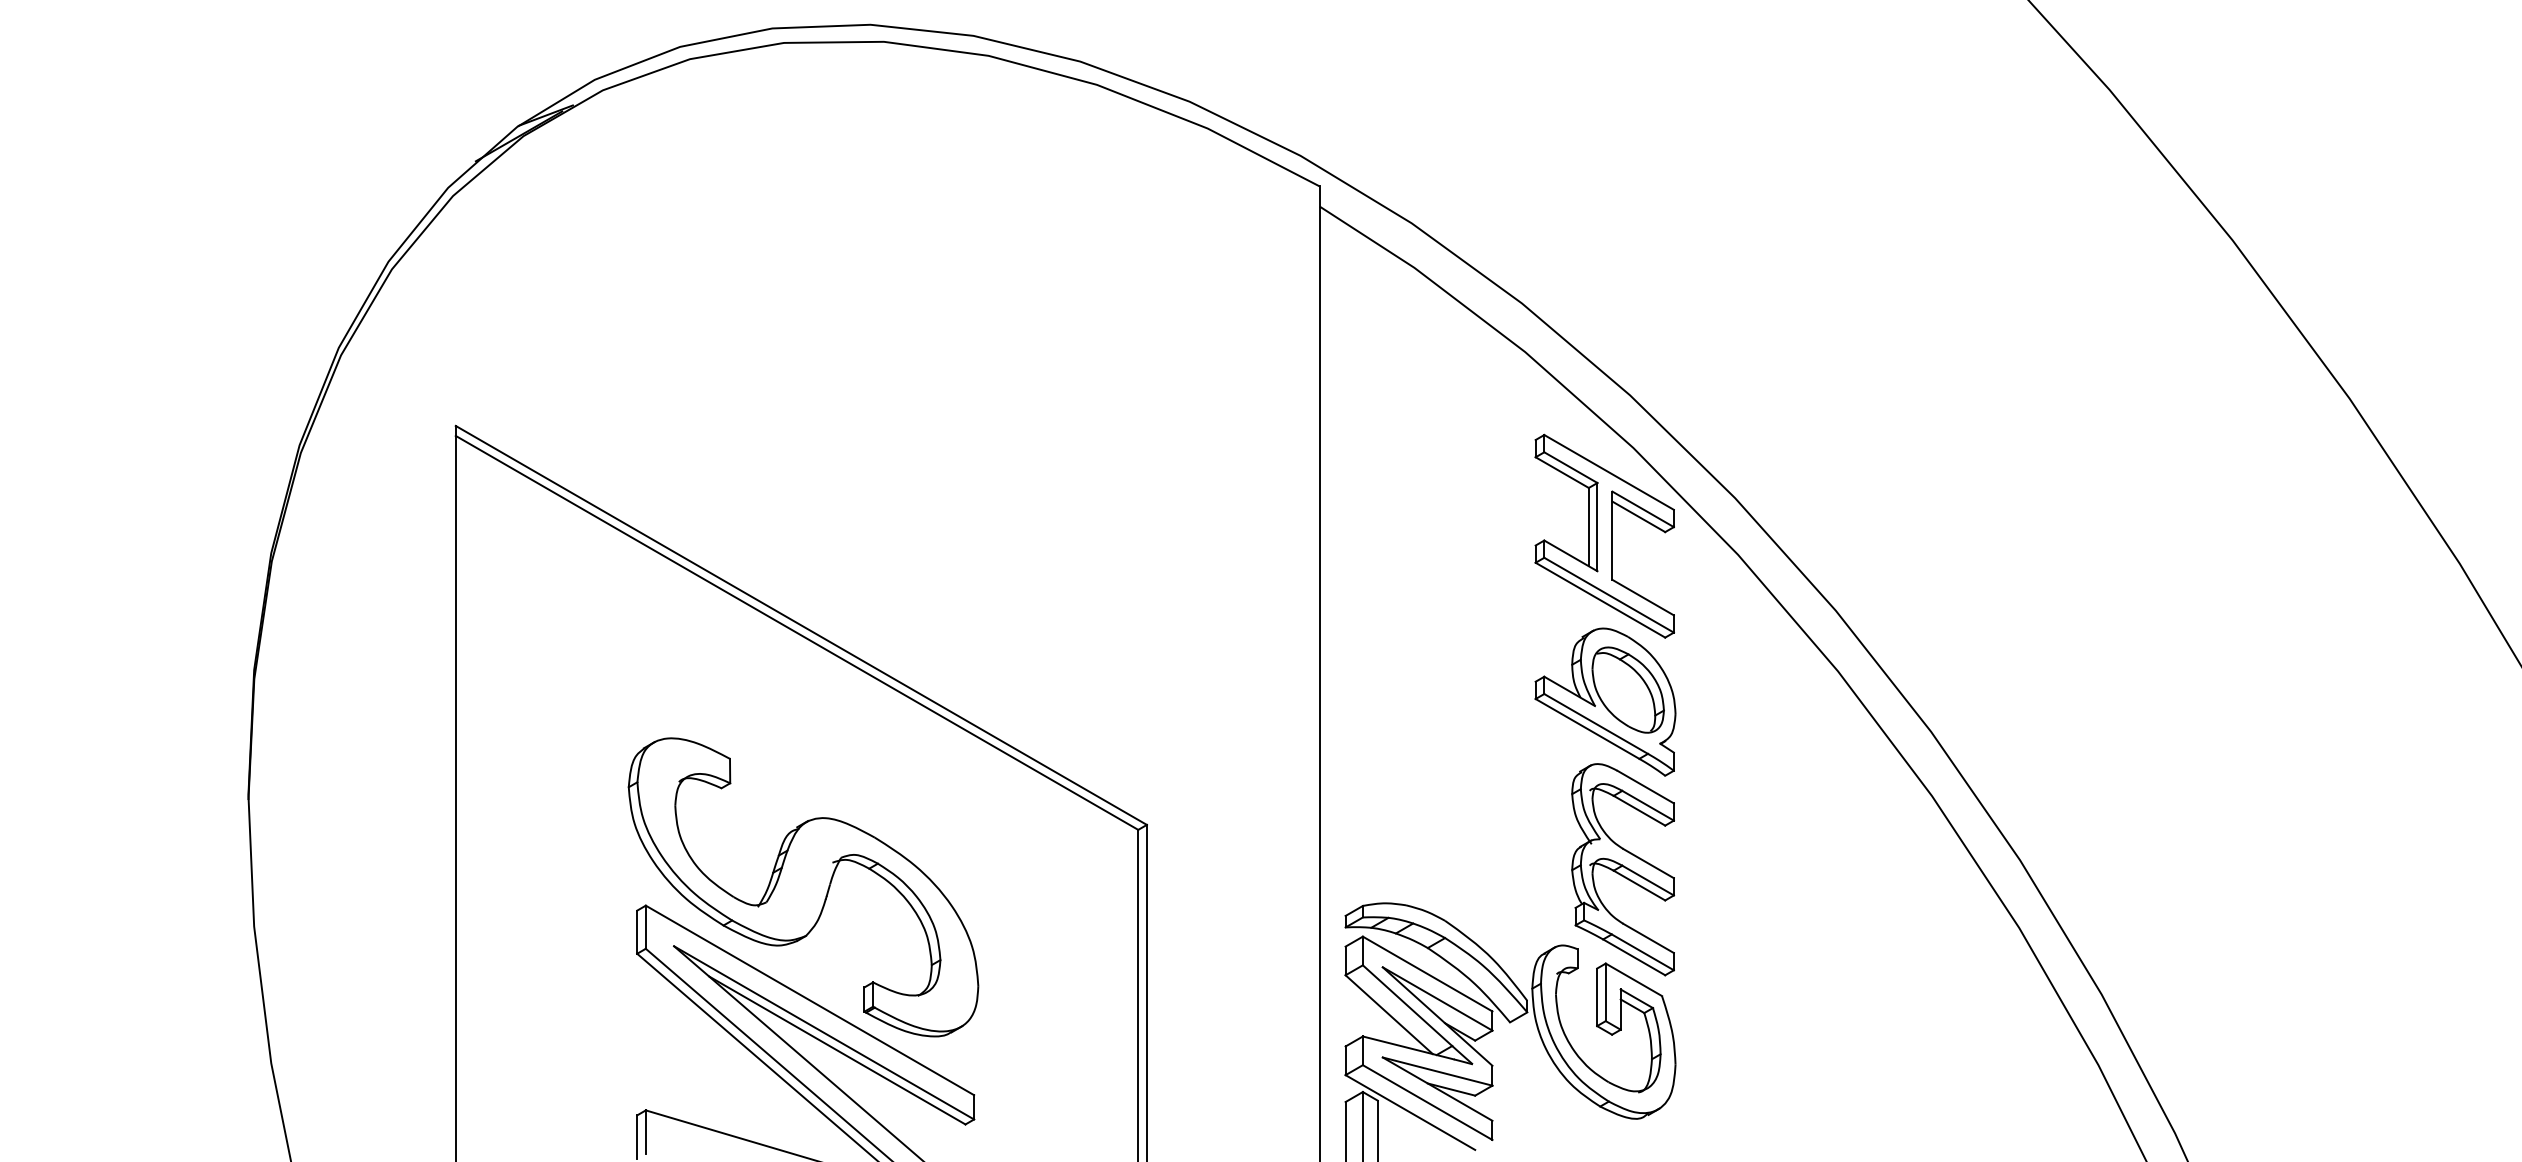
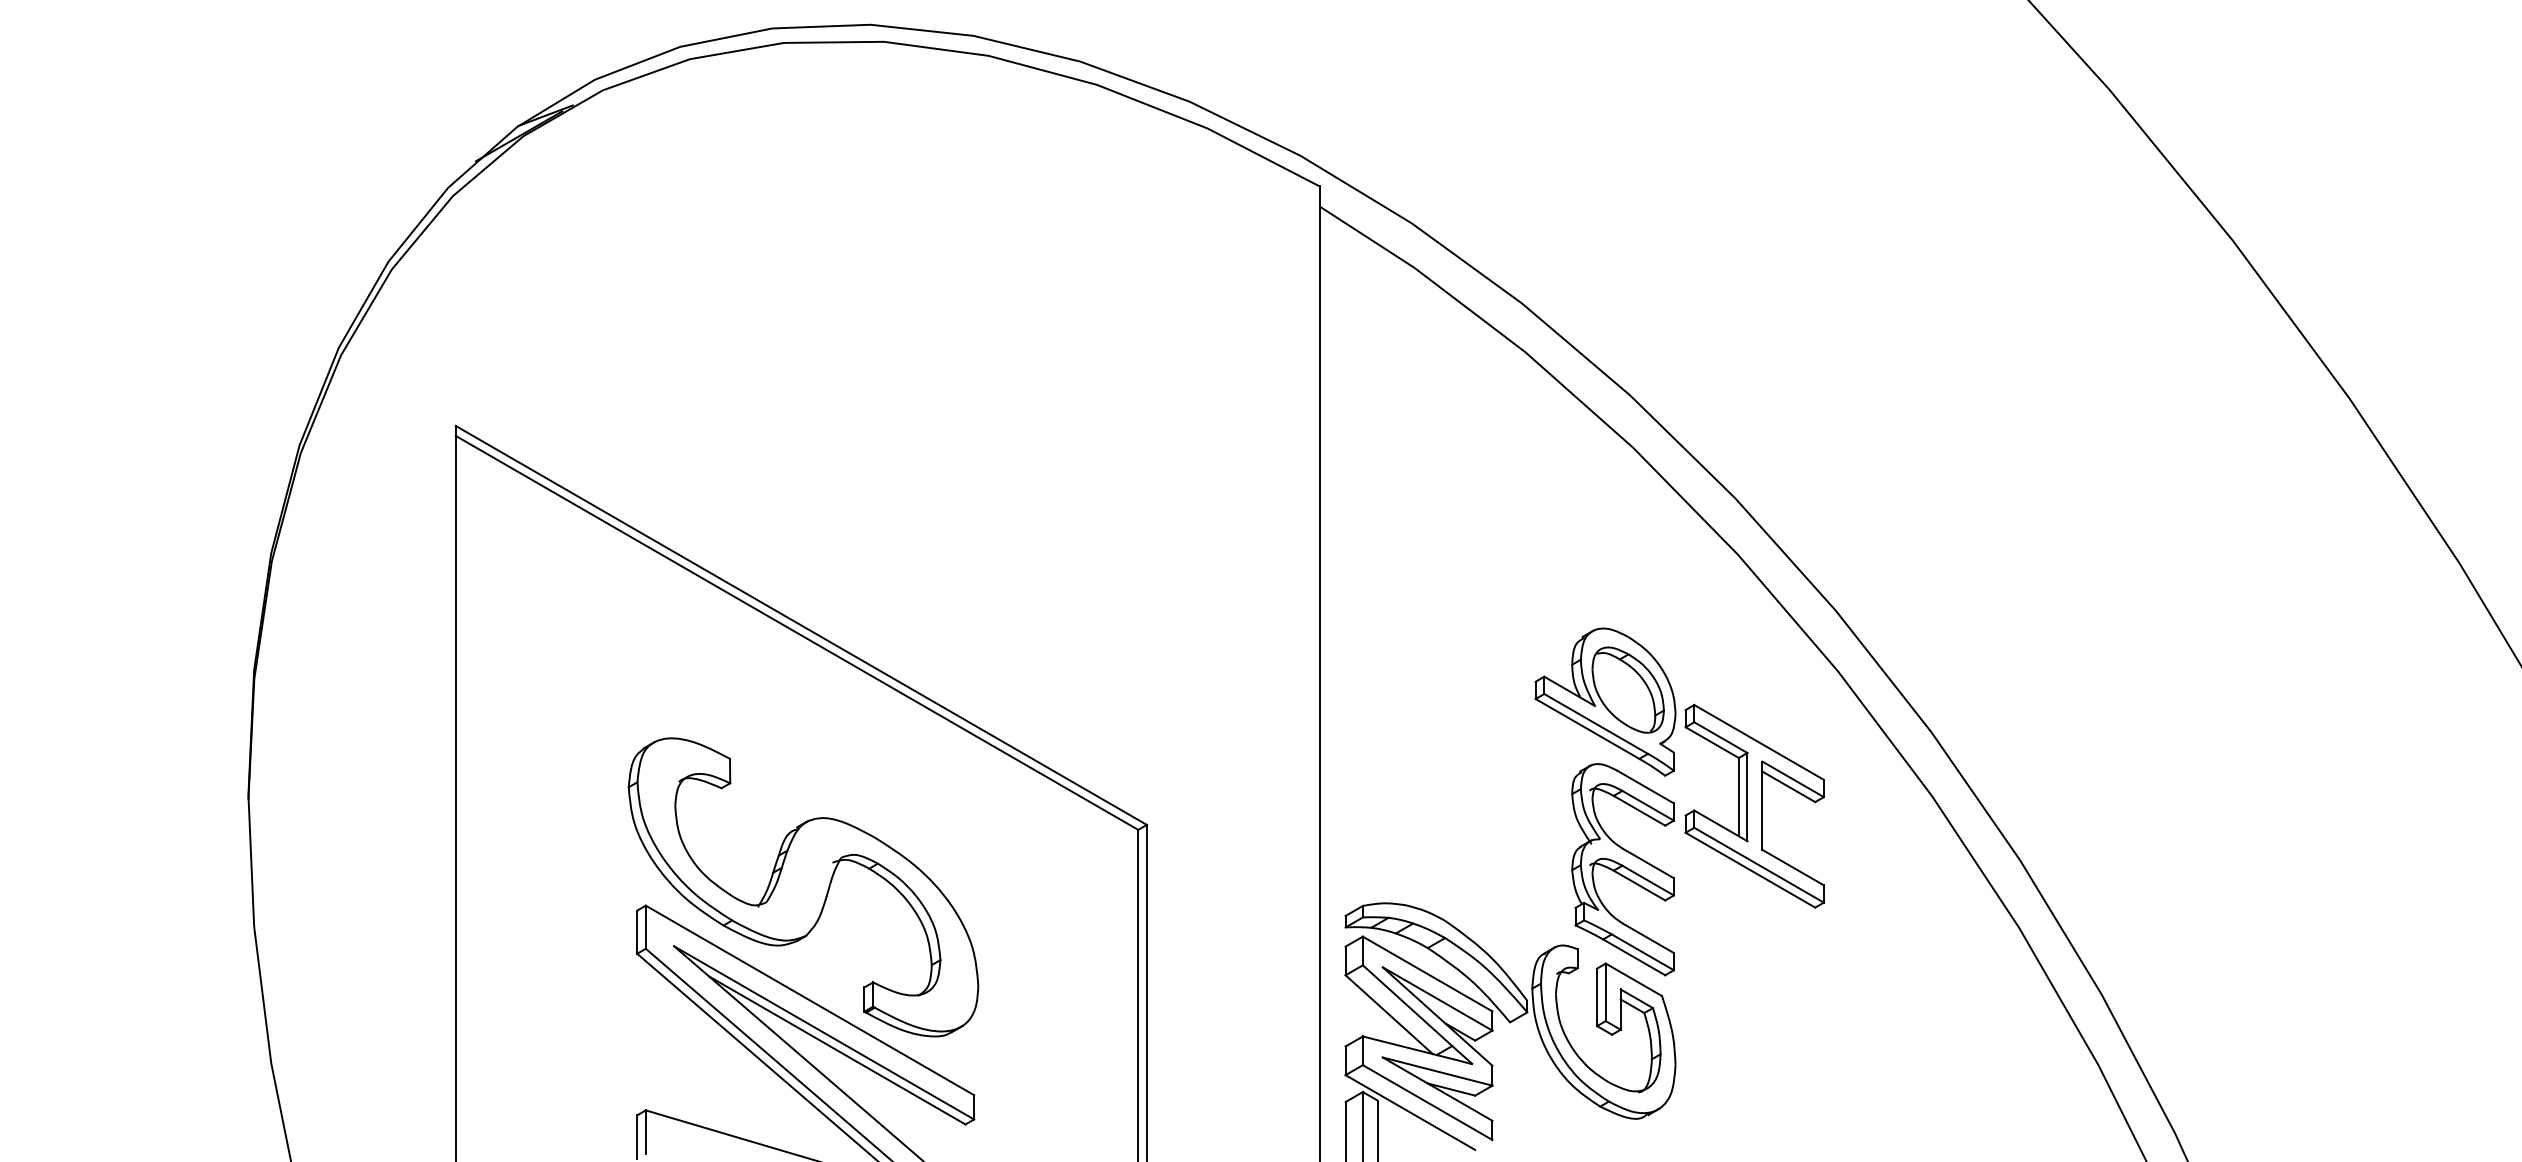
part at (1604, 535) position: (1604, 535) -> (1754, 805)
